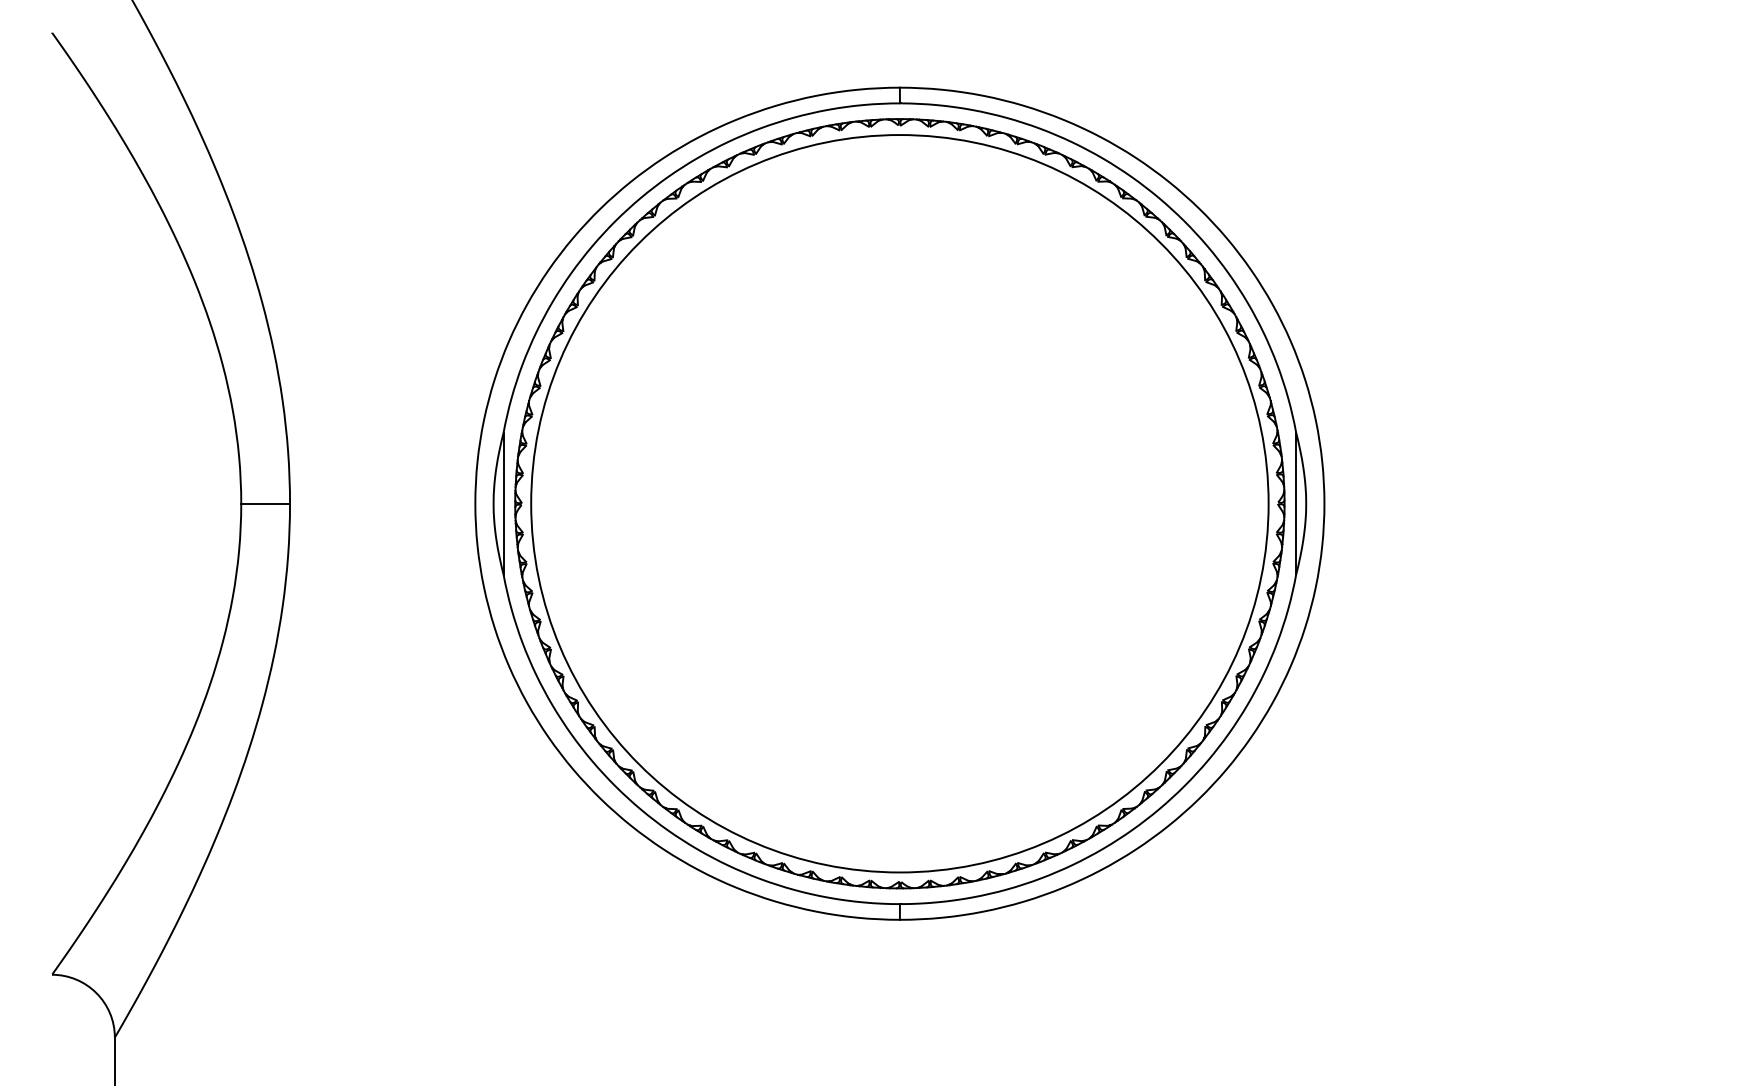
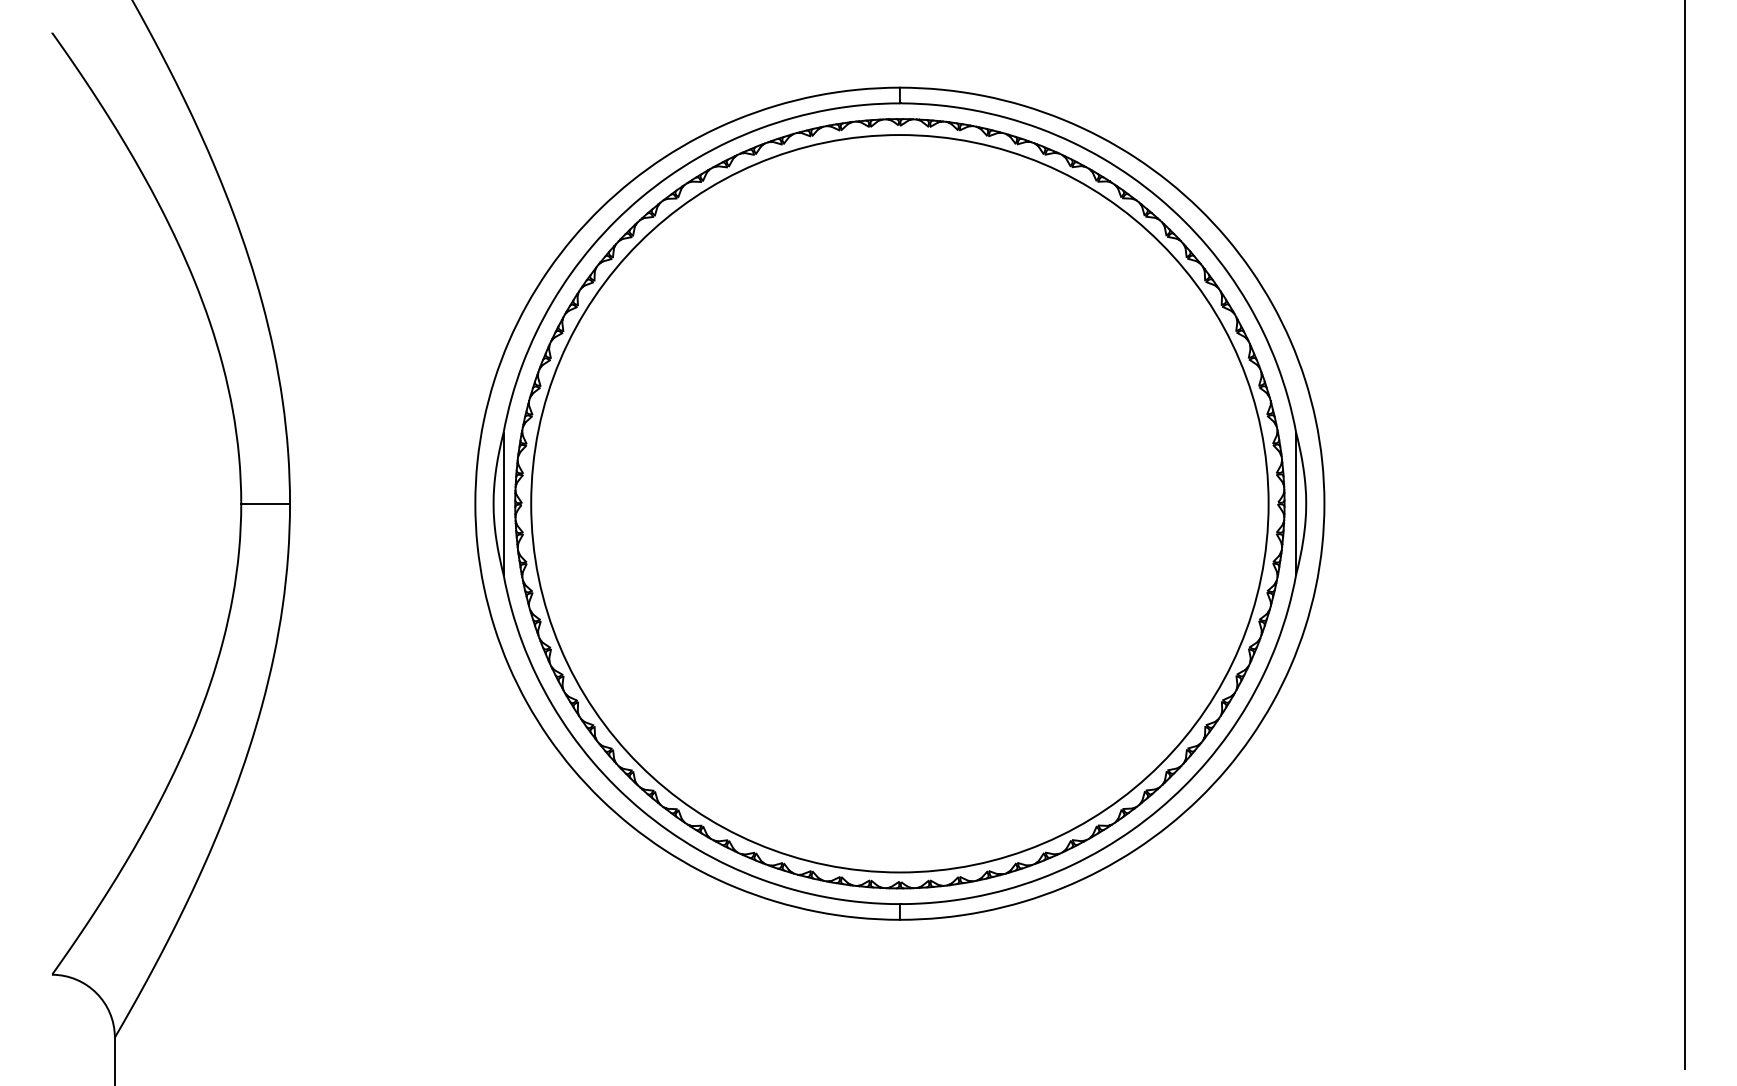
line at (1684, 535): none -> present
